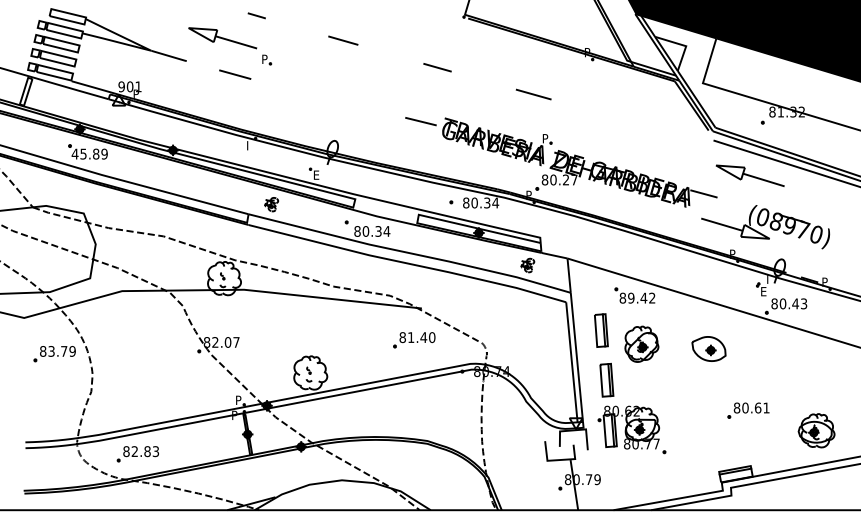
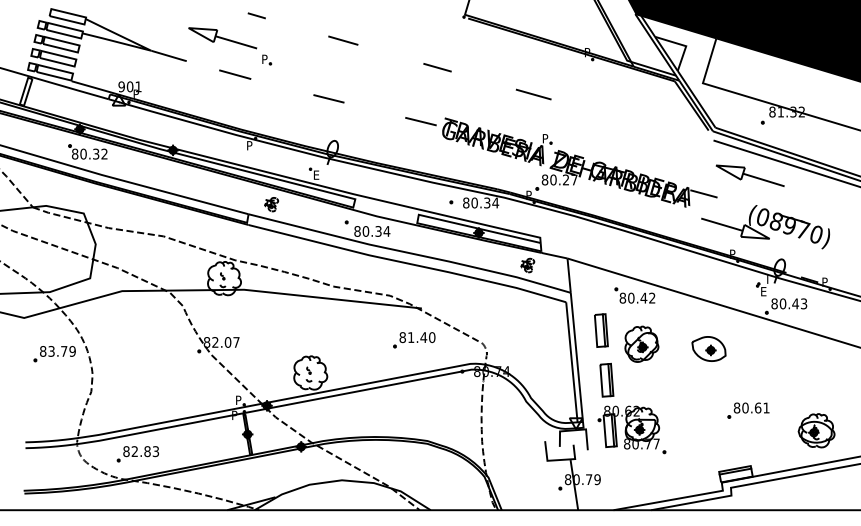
line at (328, 98): none -> present
text at (250, 143): I -> P
text at (89, 153): 45.89 -> 80.32
text at (631, 298): 89.42 -> 80.42
